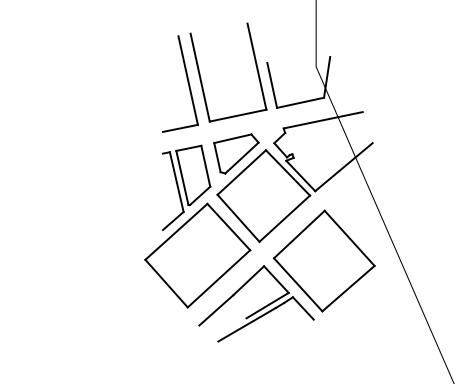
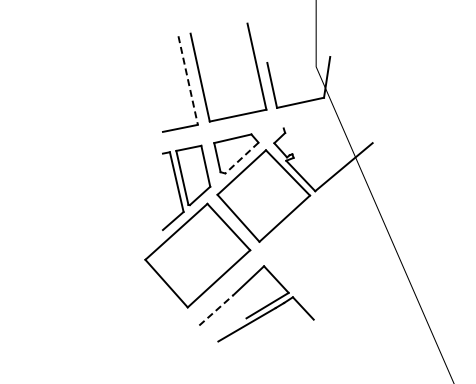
line at (188, 81): solid -> dashed
line at (322, 120): present -> none
line at (241, 158): solid -> dashed
part at (323, 260): present -> none
line at (216, 310): solid -> dashed
